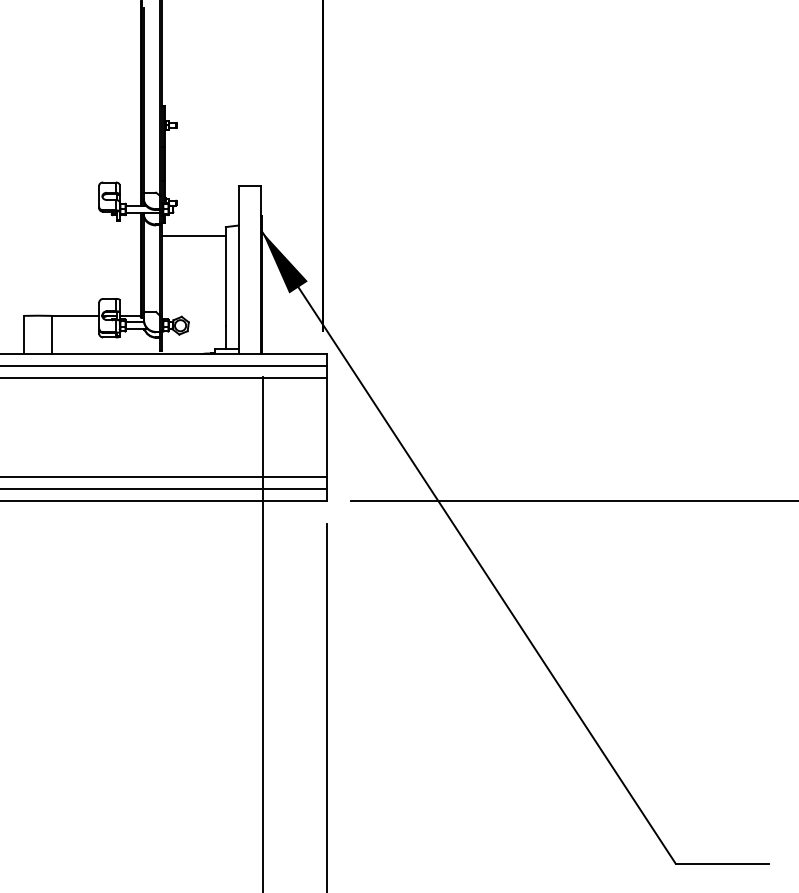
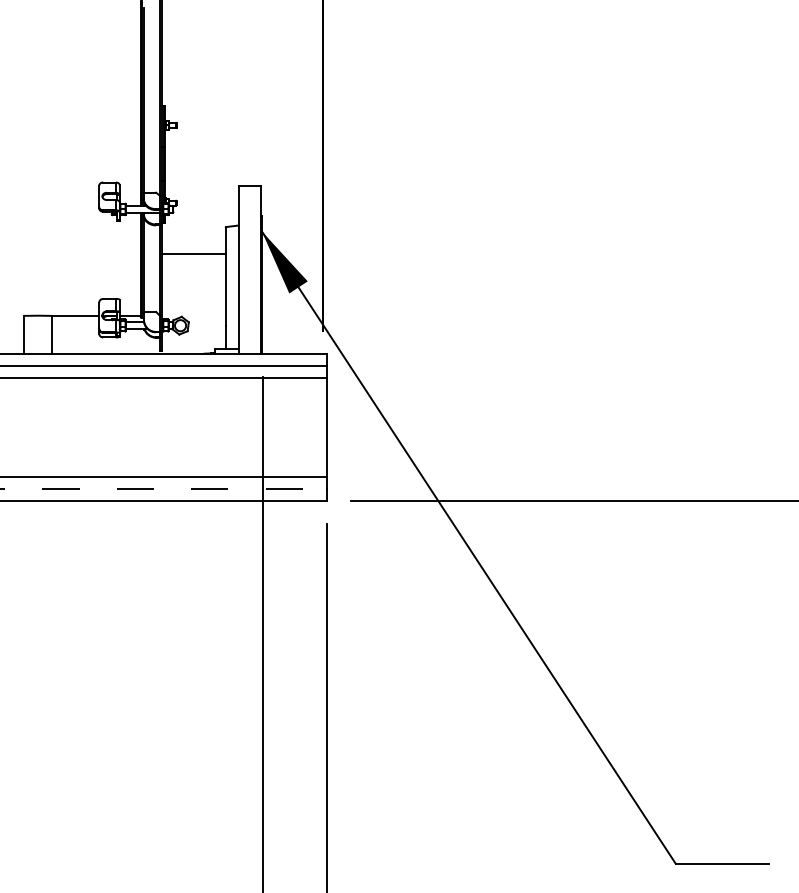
line at (193, 236) position: (193, 236) -> (193, 254)
line at (164, 489): solid -> dashed
